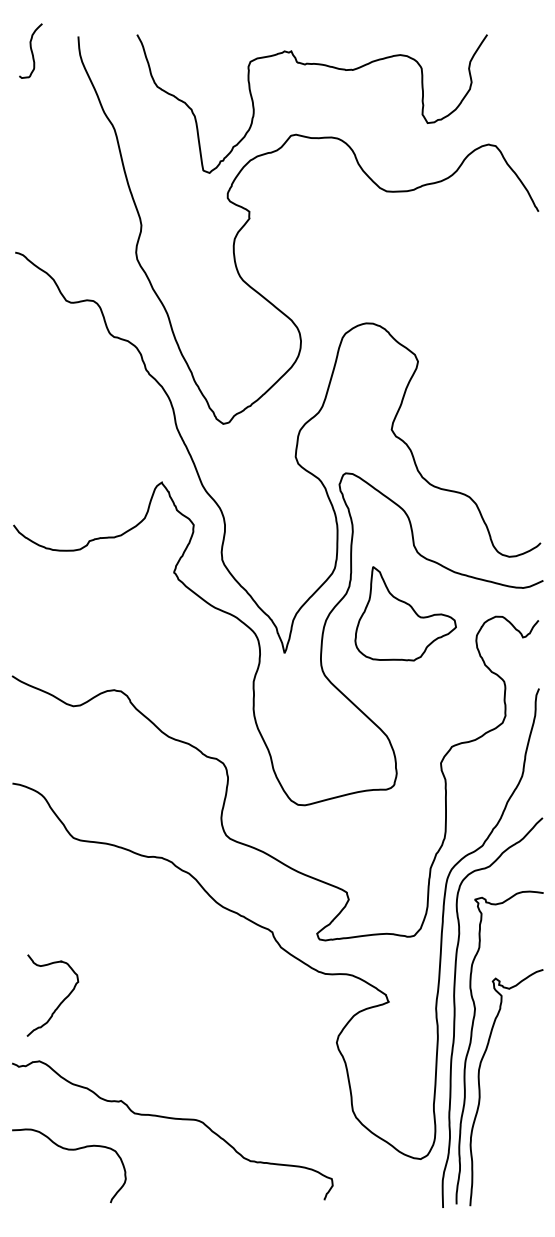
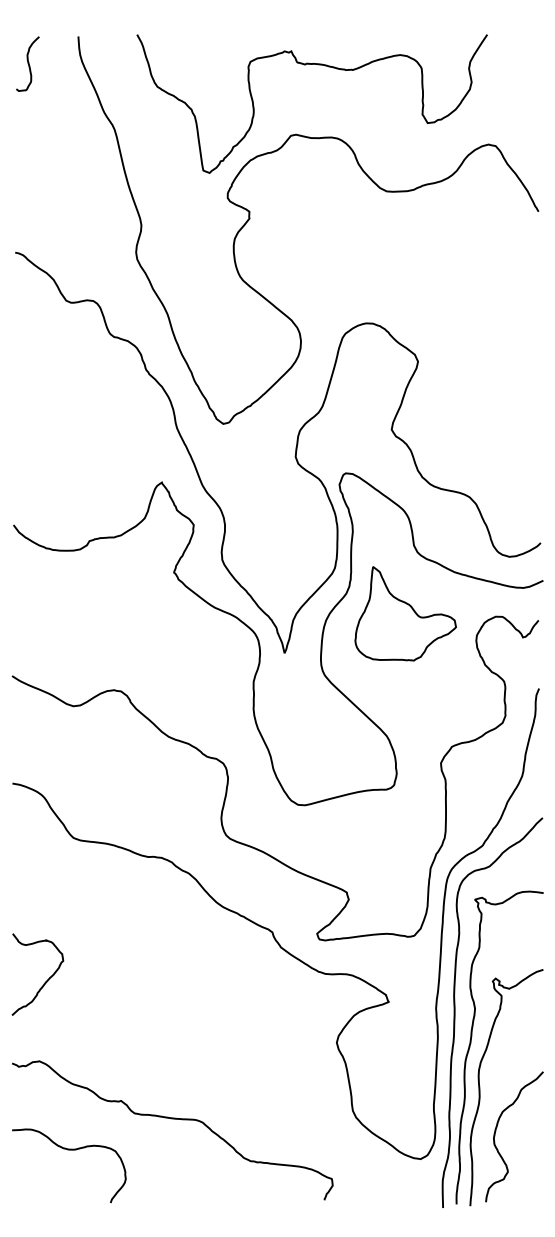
curve at (30, 50) position: (30, 50) -> (27, 63)
curve at (60, 1002) position: (60, 1002) -> (45, 981)
curve at (496, 1131): none -> present
